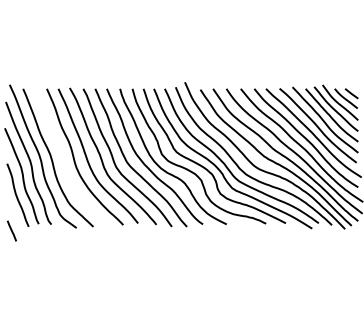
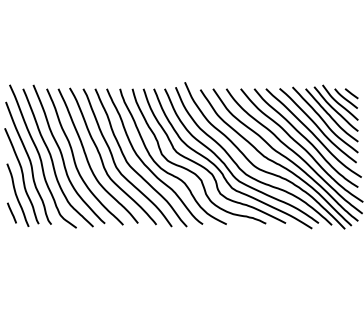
curve at (63, 156): none -> present
line at (11, 230) position: (11, 230) -> (11, 212)
